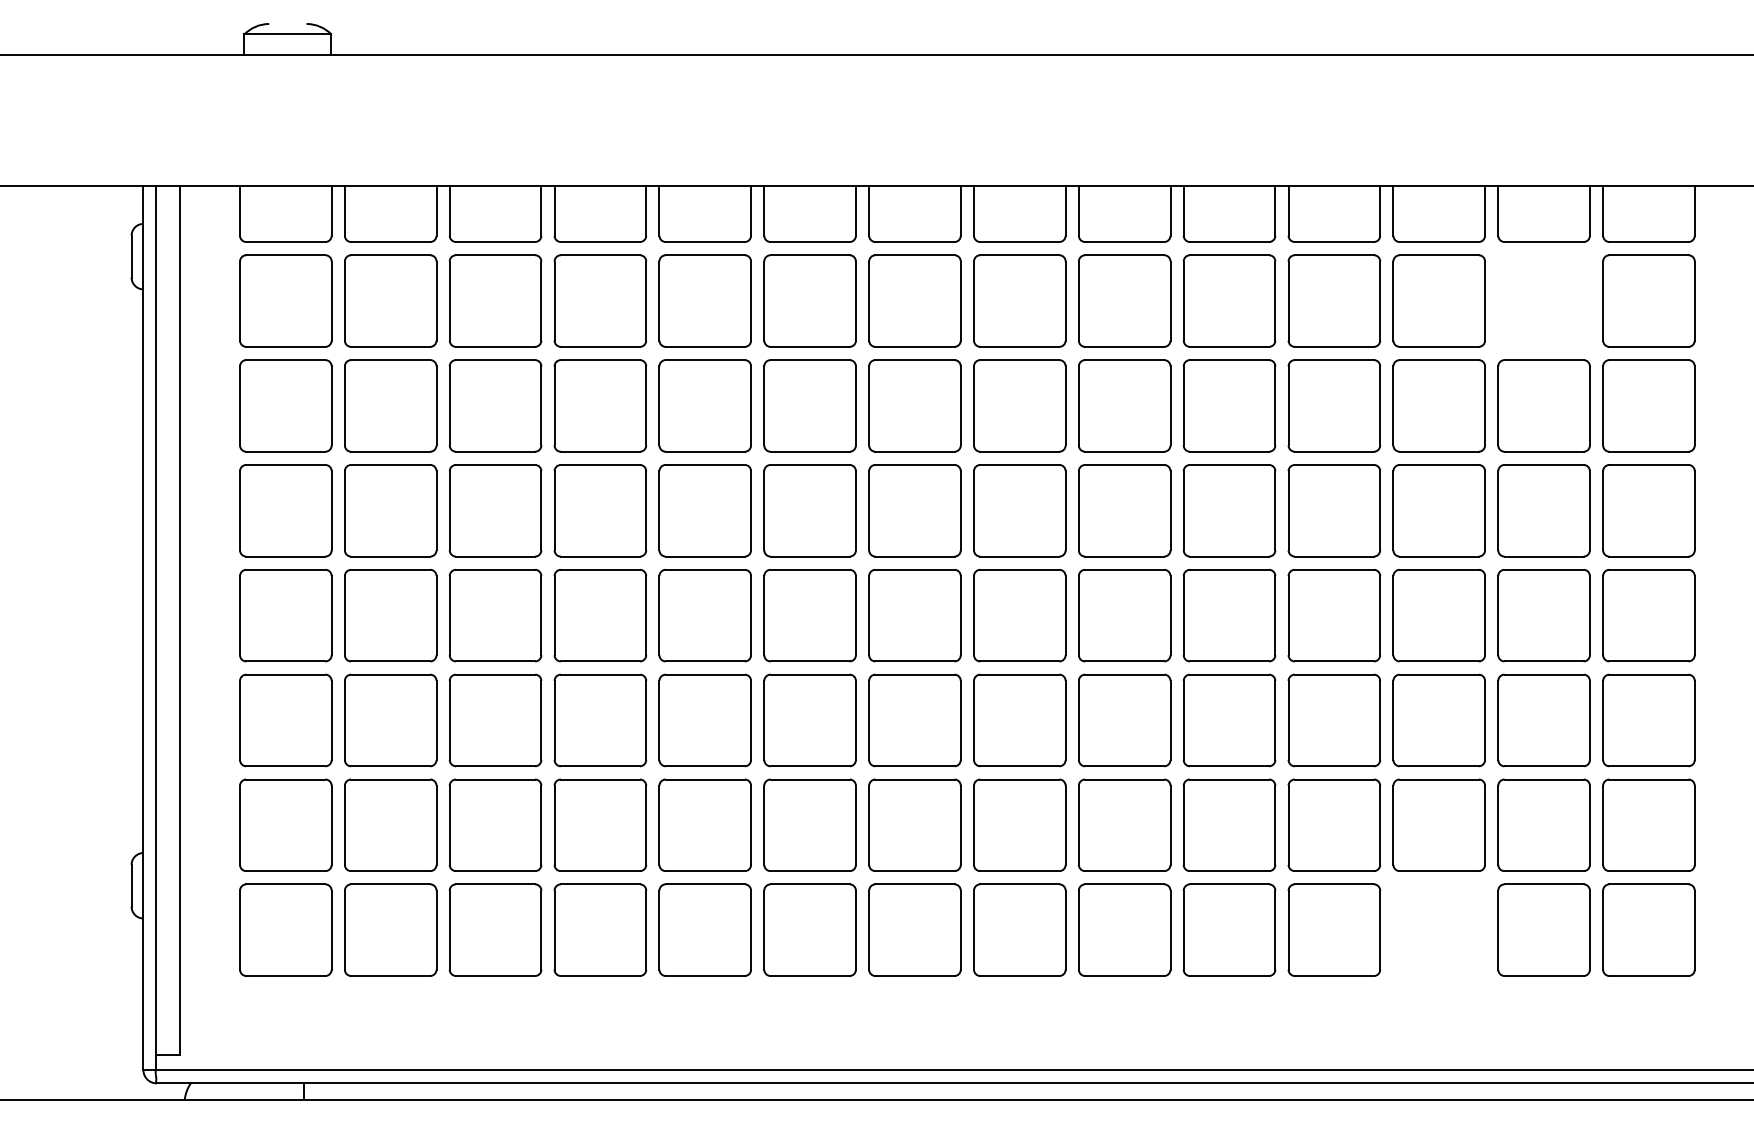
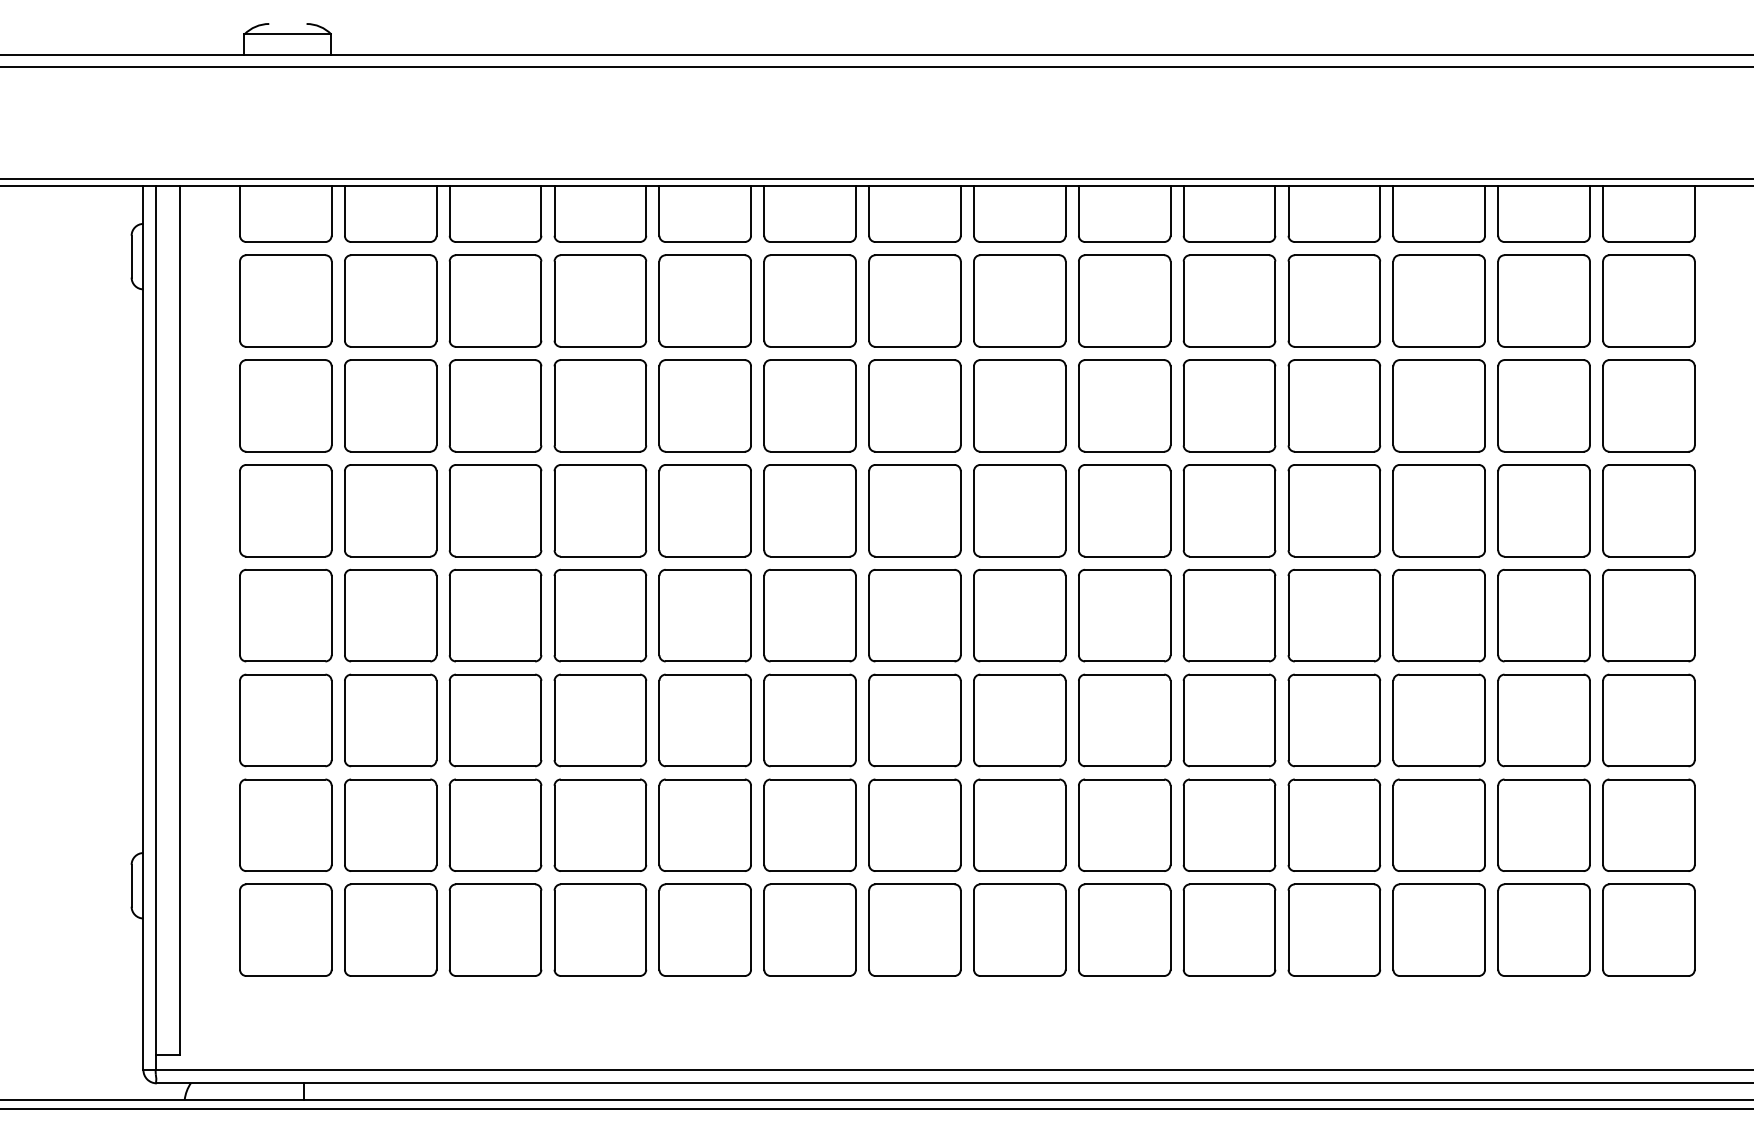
line at (876, 67): none -> present
line at (876, 179): none -> present
part at (1543, 300): none -> present
part at (1438, 929): none -> present
line at (876, 1108): none -> present
